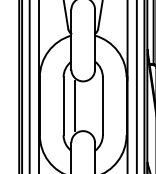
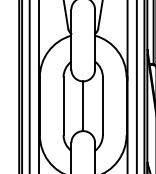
line at (75, 106) position: (75, 106) -> (83, 106)
